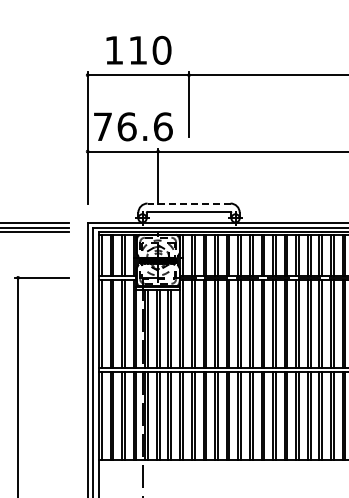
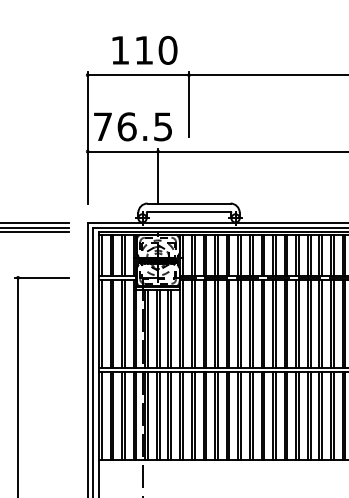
text at (138, 50) position: (138, 50) -> (144, 50)
text at (163, 126): 76.6 -> 76.5
line at (188, 203): dashed -> solid
